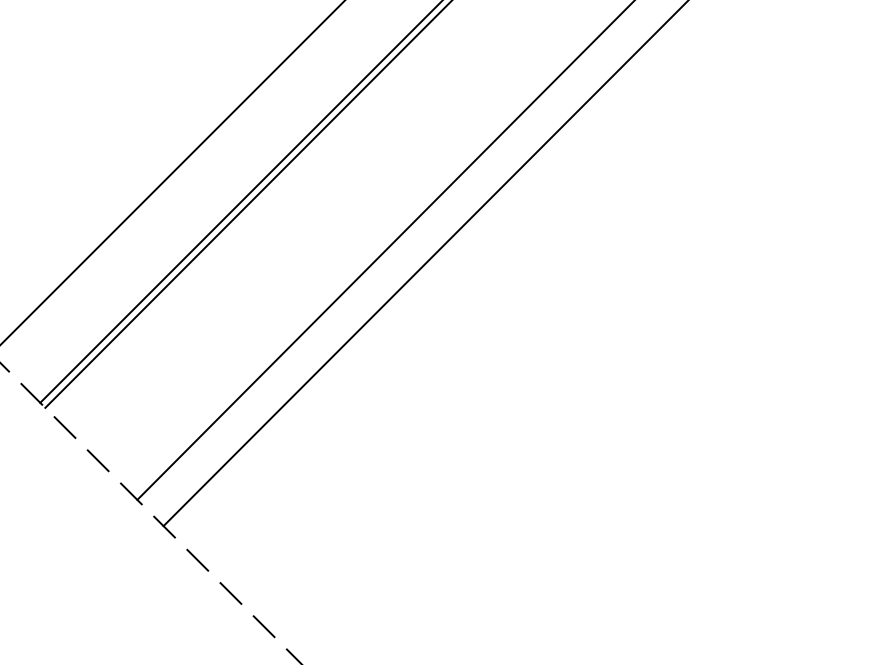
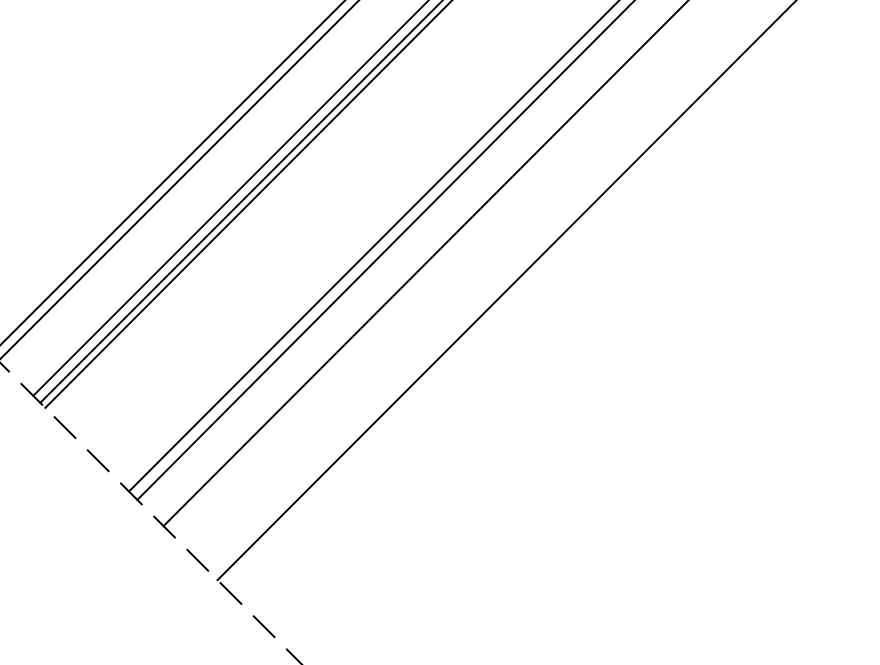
line at (179, 179): none -> present
line at (229, 198): none -> present
line at (372, 246): none -> present
line at (505, 291): none -> present
